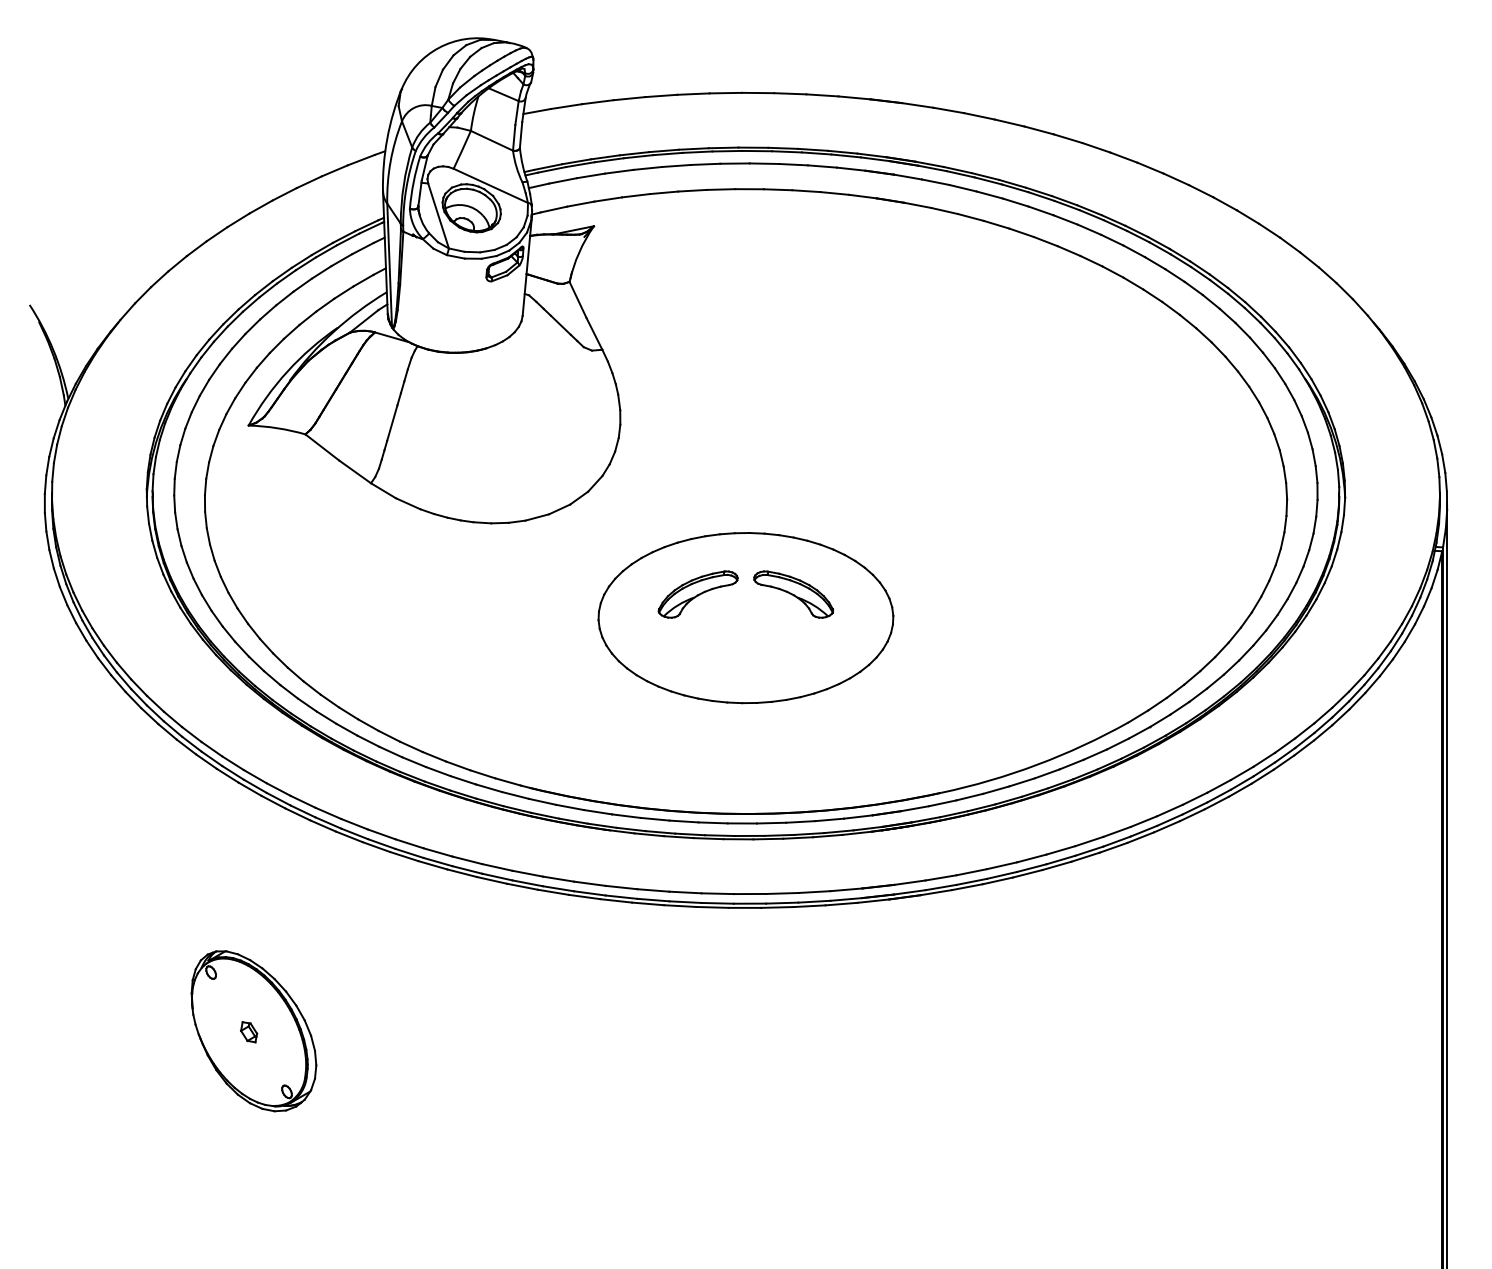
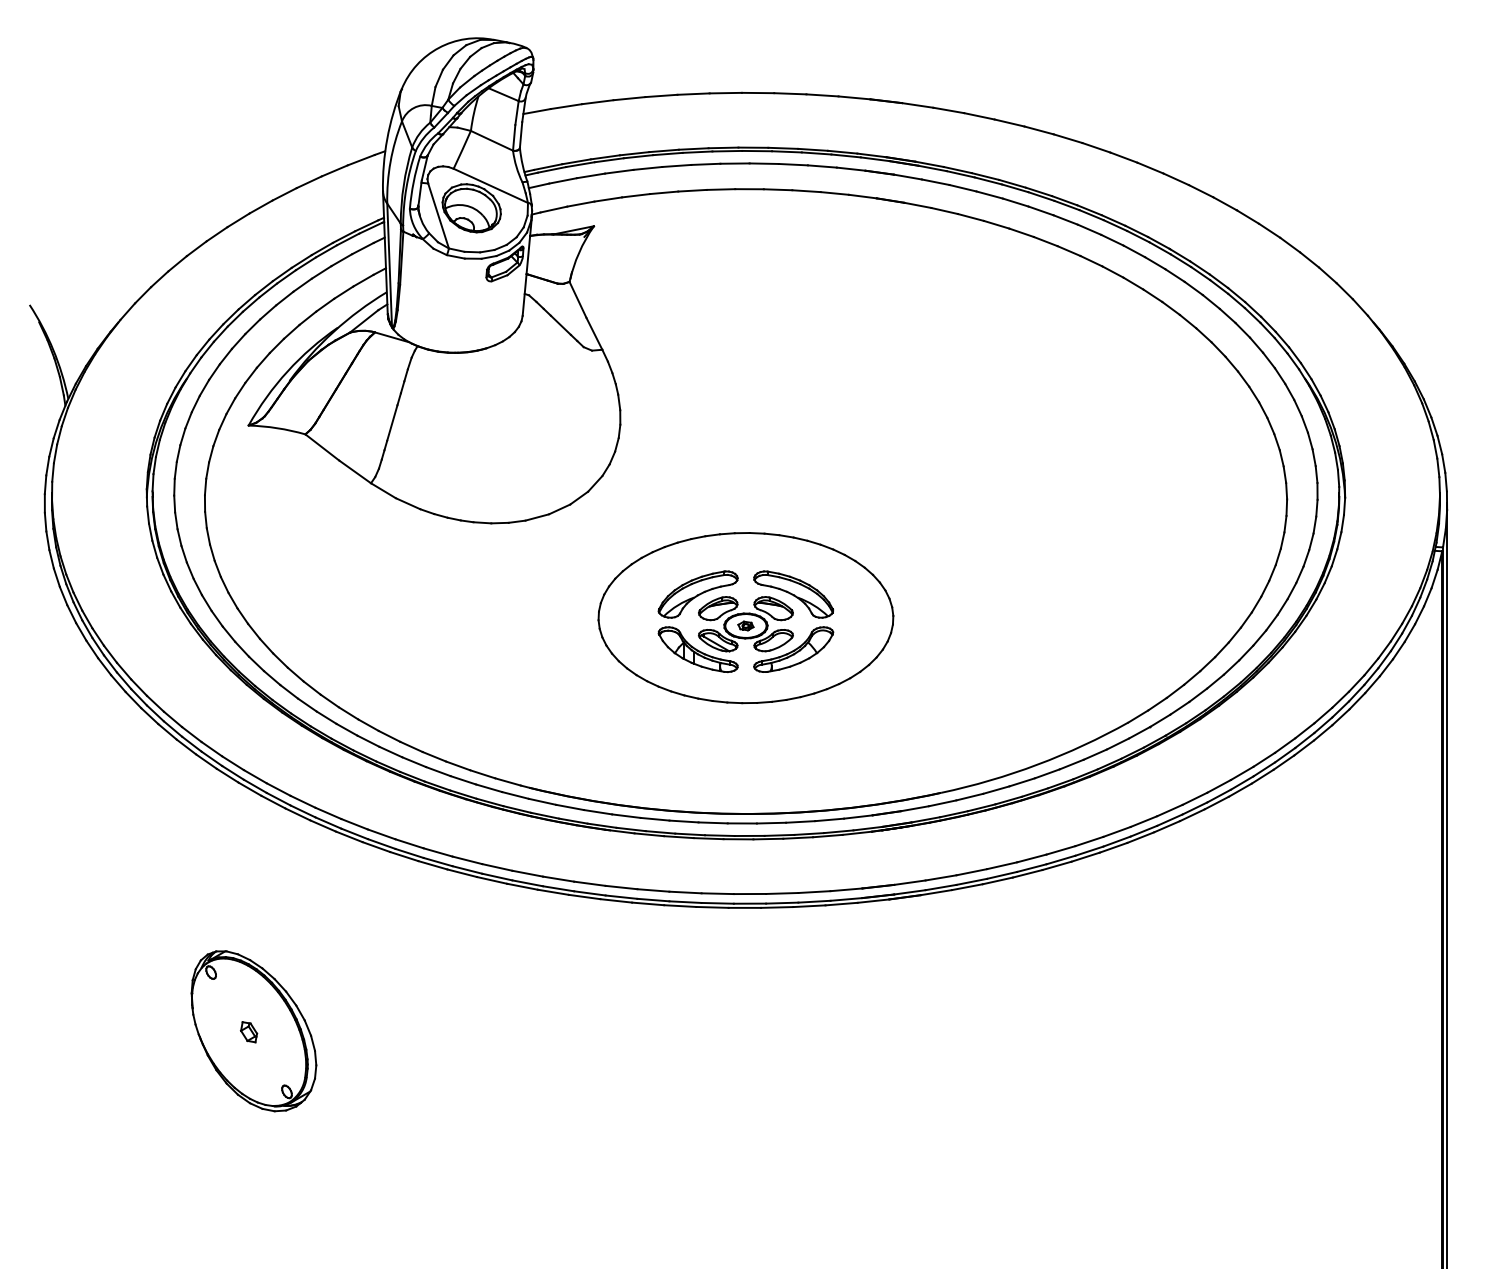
part at (745, 634): none -> present
